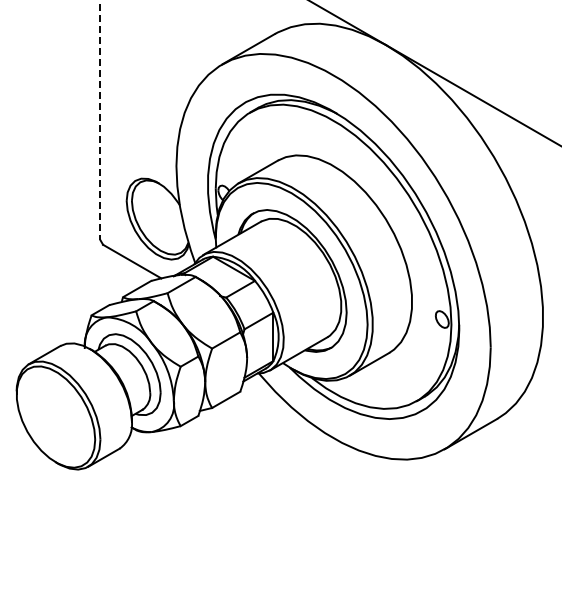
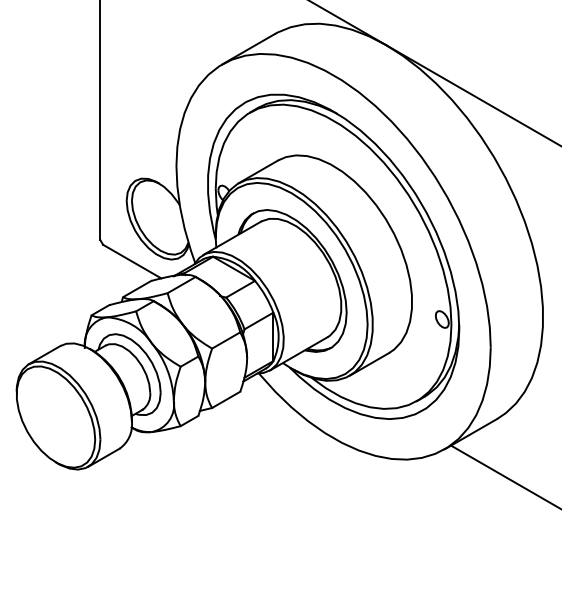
line at (100, 120): dashed -> solid
line at (504, 476): none -> present
